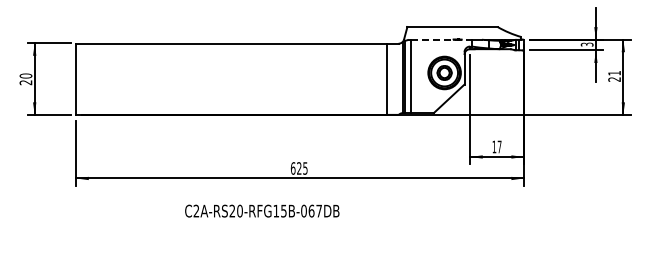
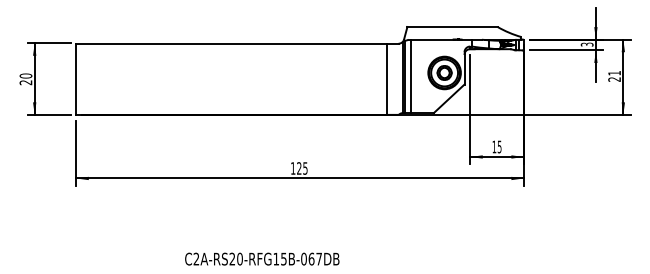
line at (441, 39): dashed -> solid
text at (499, 146): 17 -> 15
text at (292, 168): 625 -> 125
text at (262, 210) position: (262, 210) -> (262, 258)
